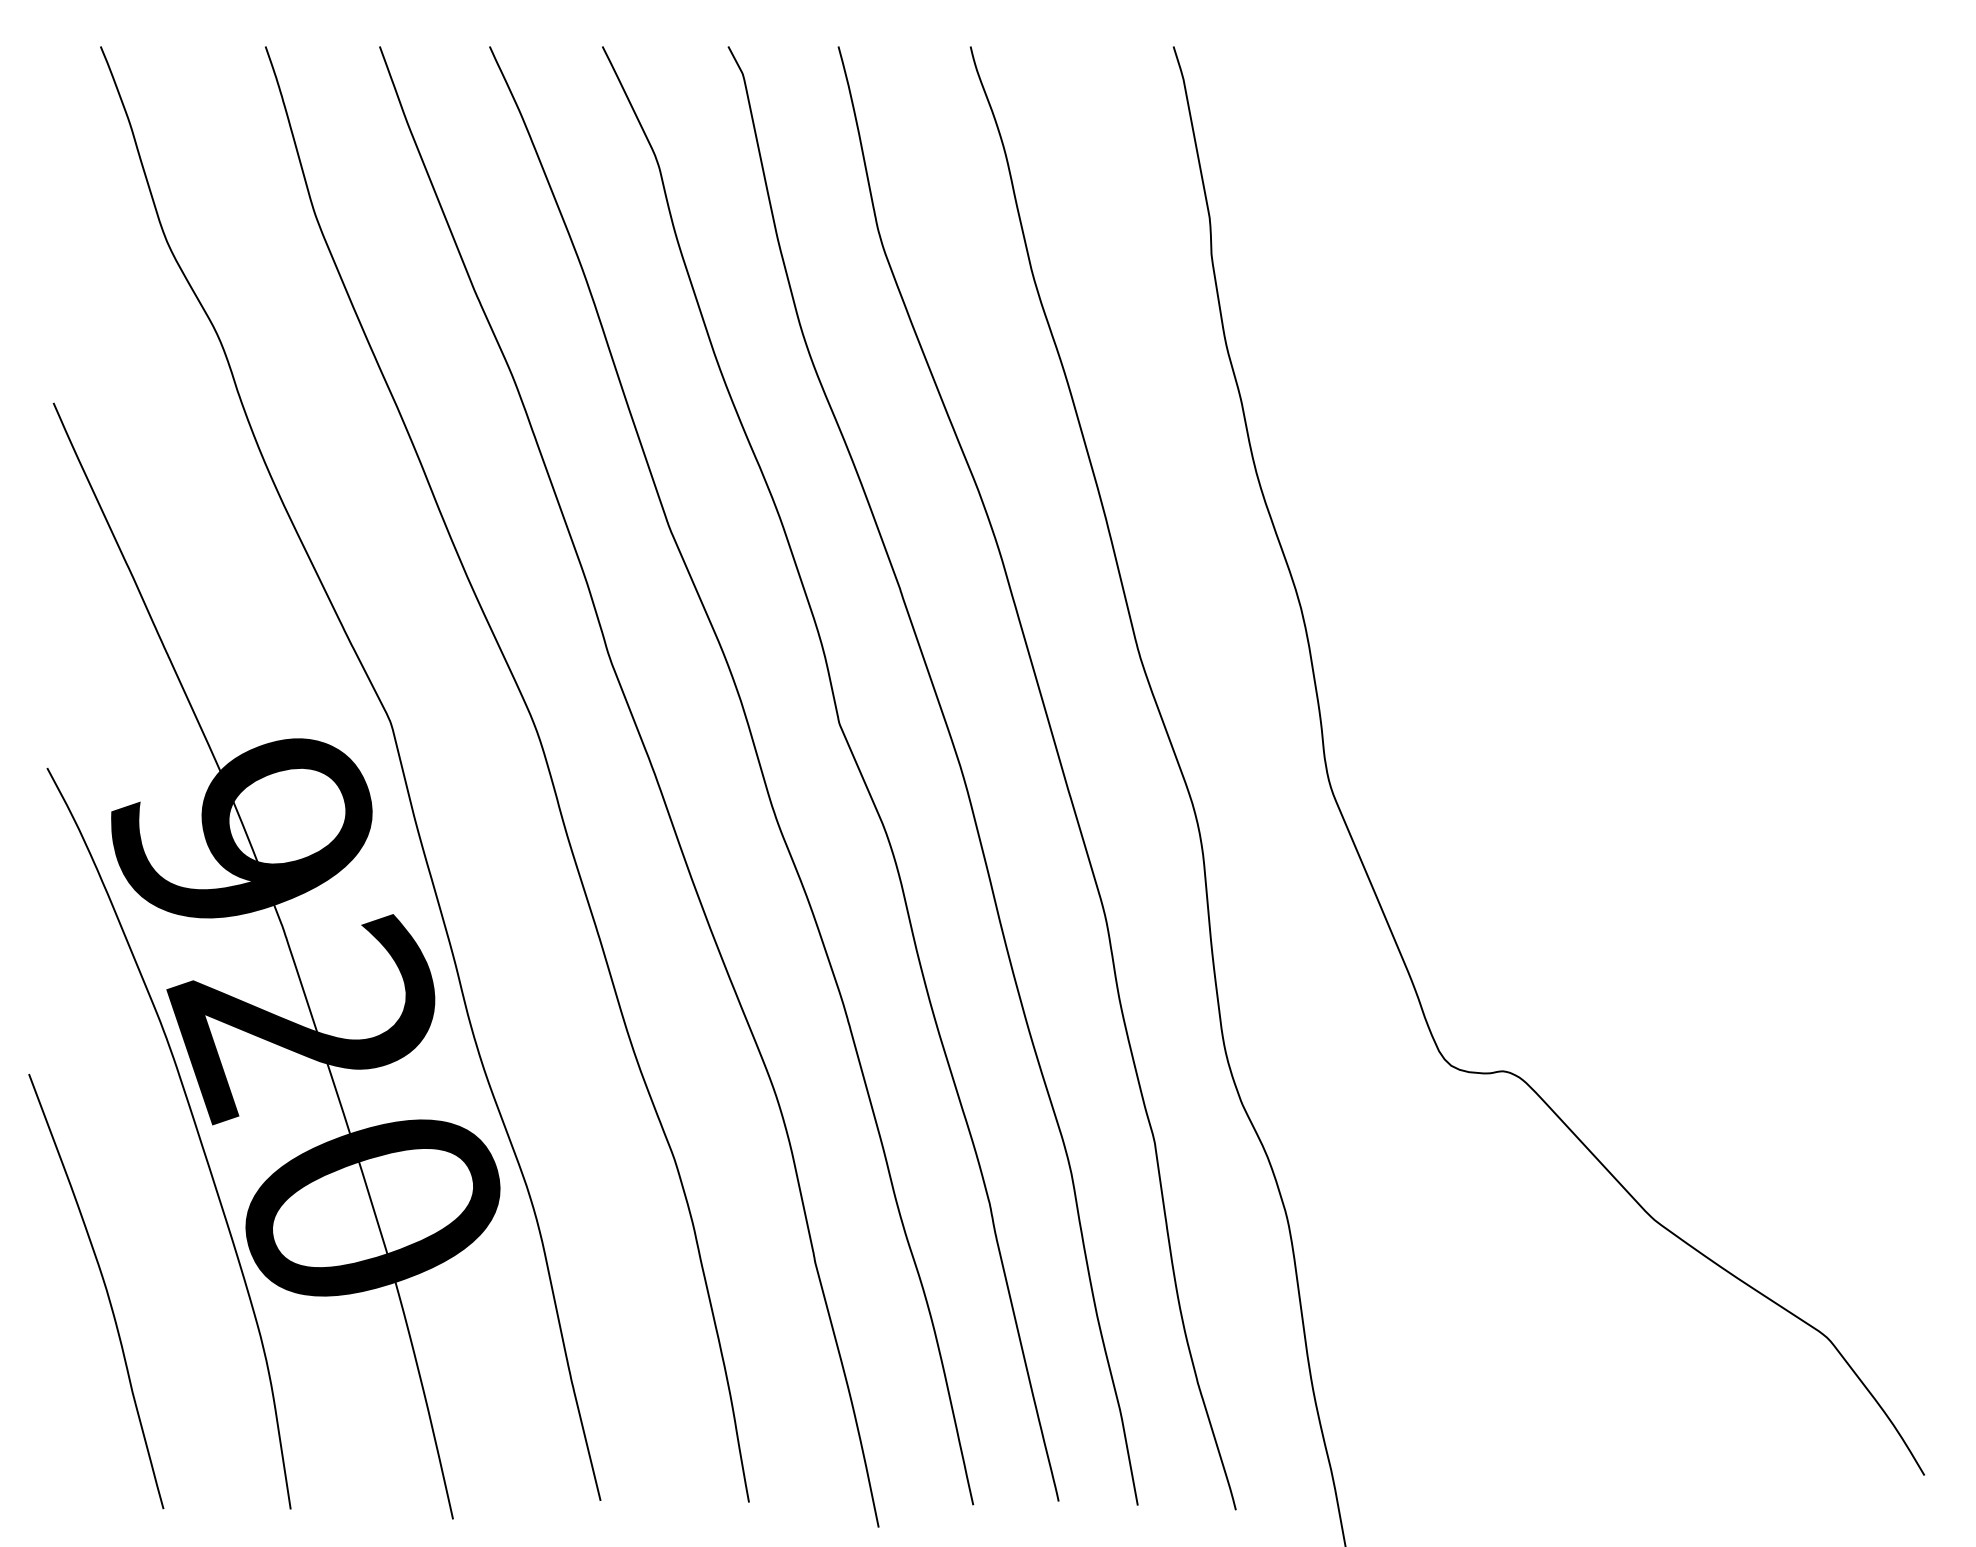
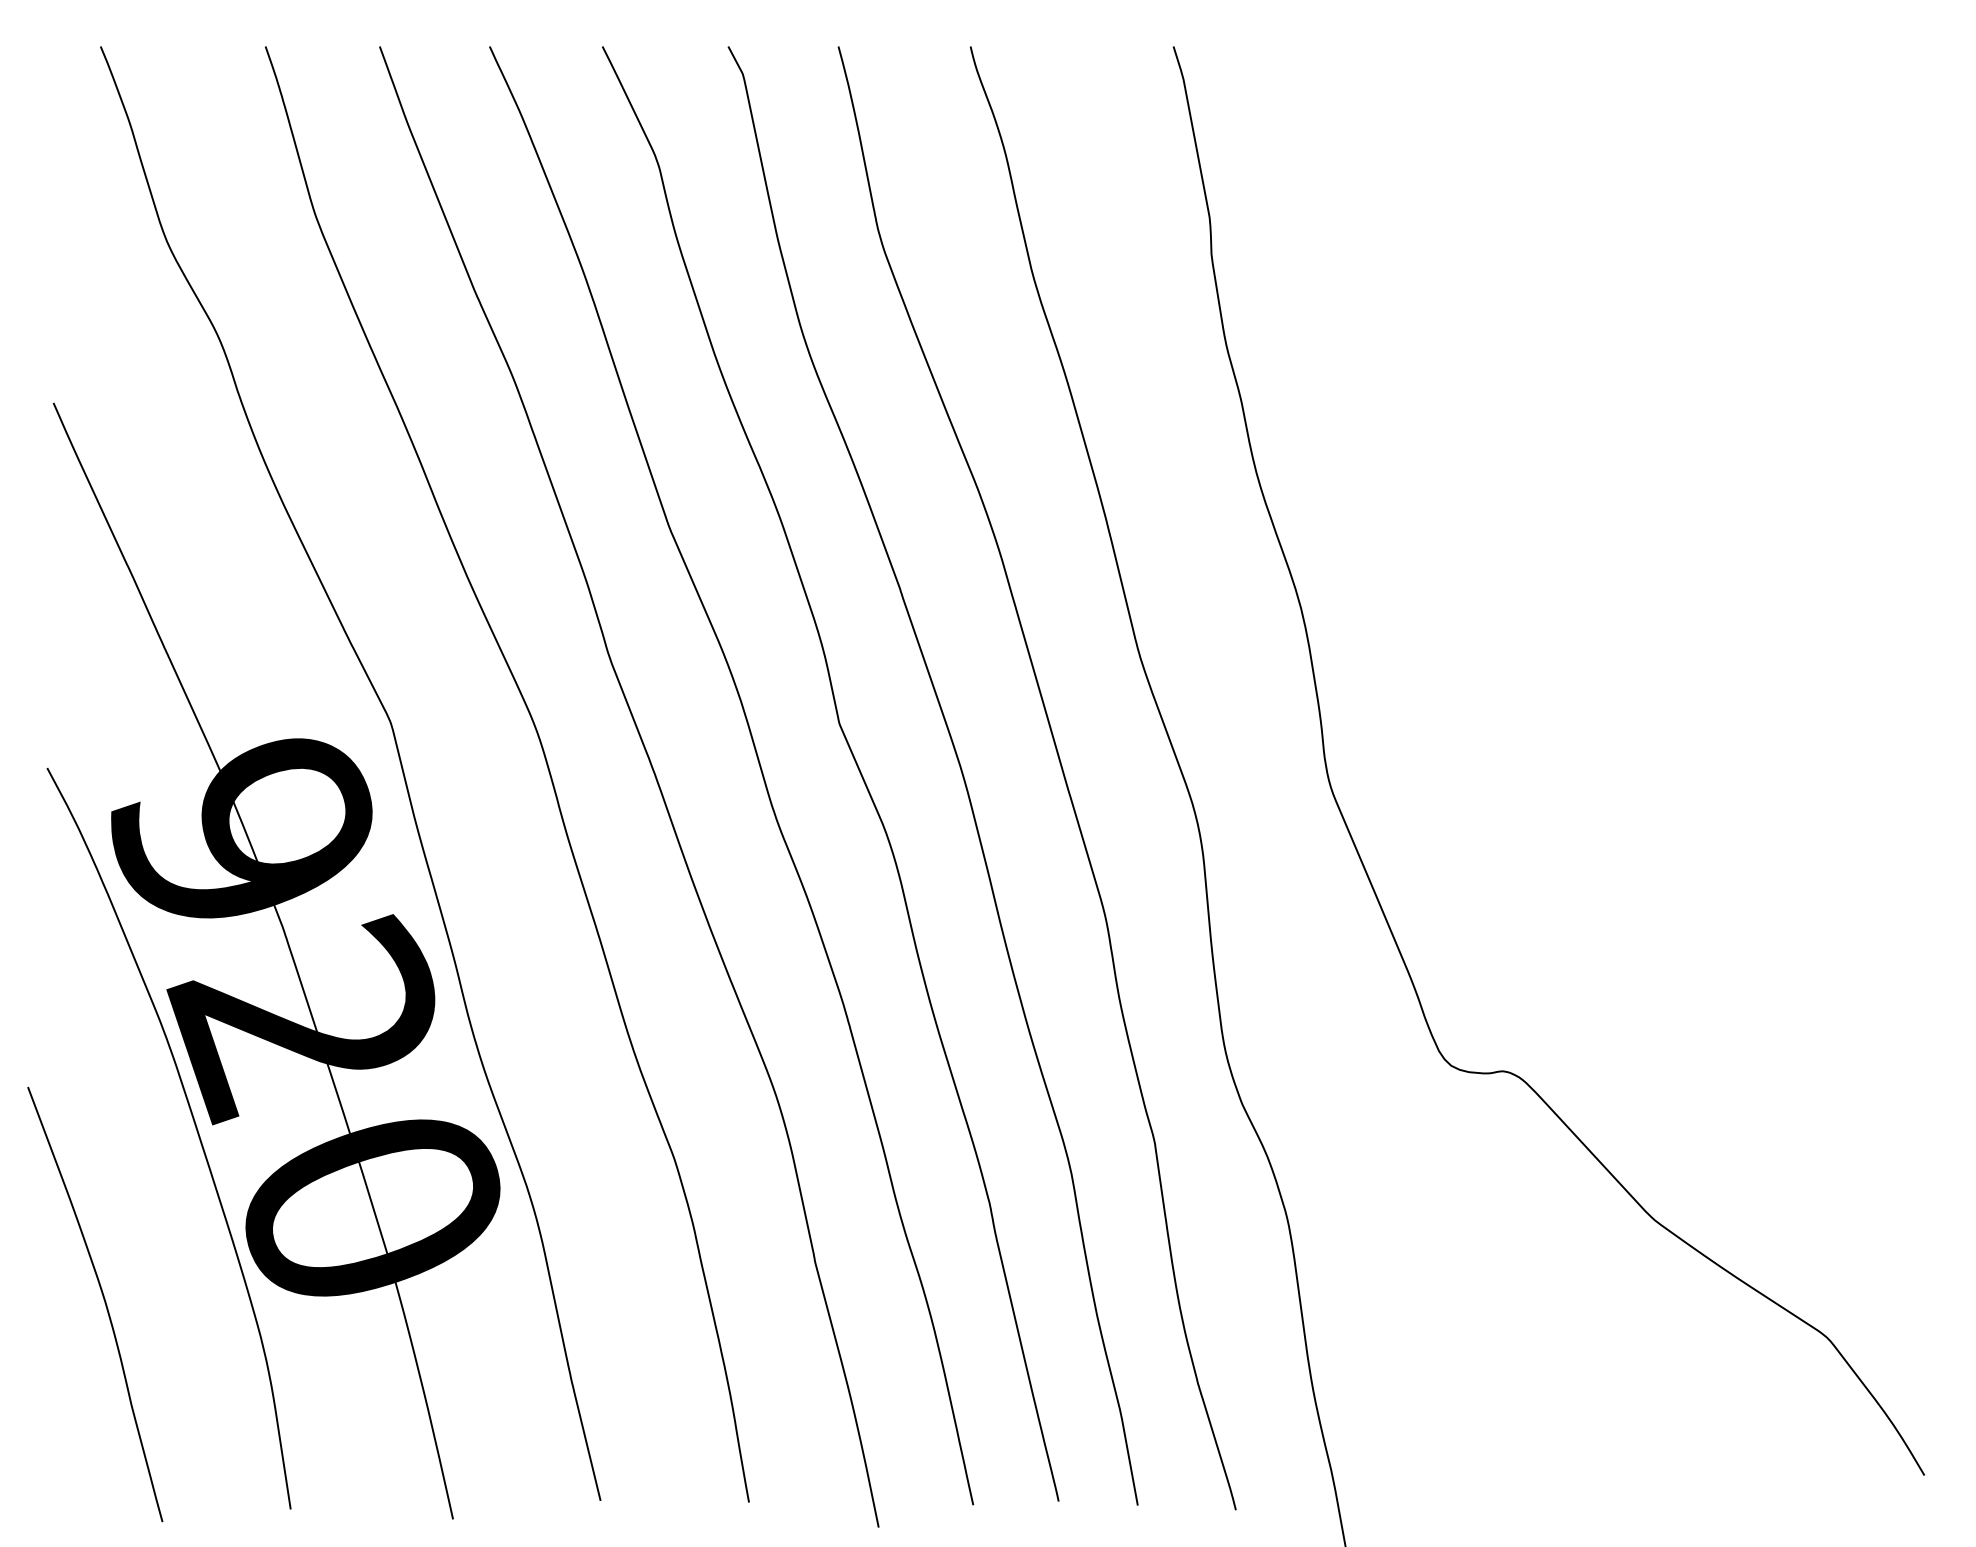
curve at (105, 1290) position: (105, 1290) -> (104, 1303)
